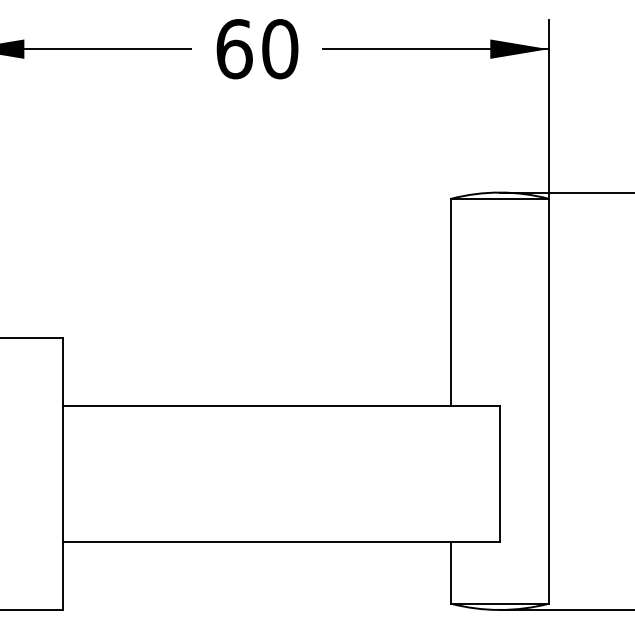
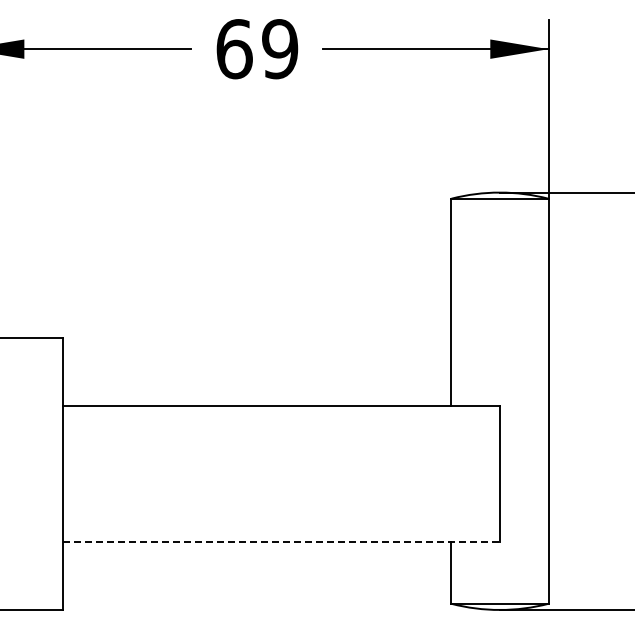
text at (280, 49): 60 -> 69
line at (282, 542): solid -> dashed
